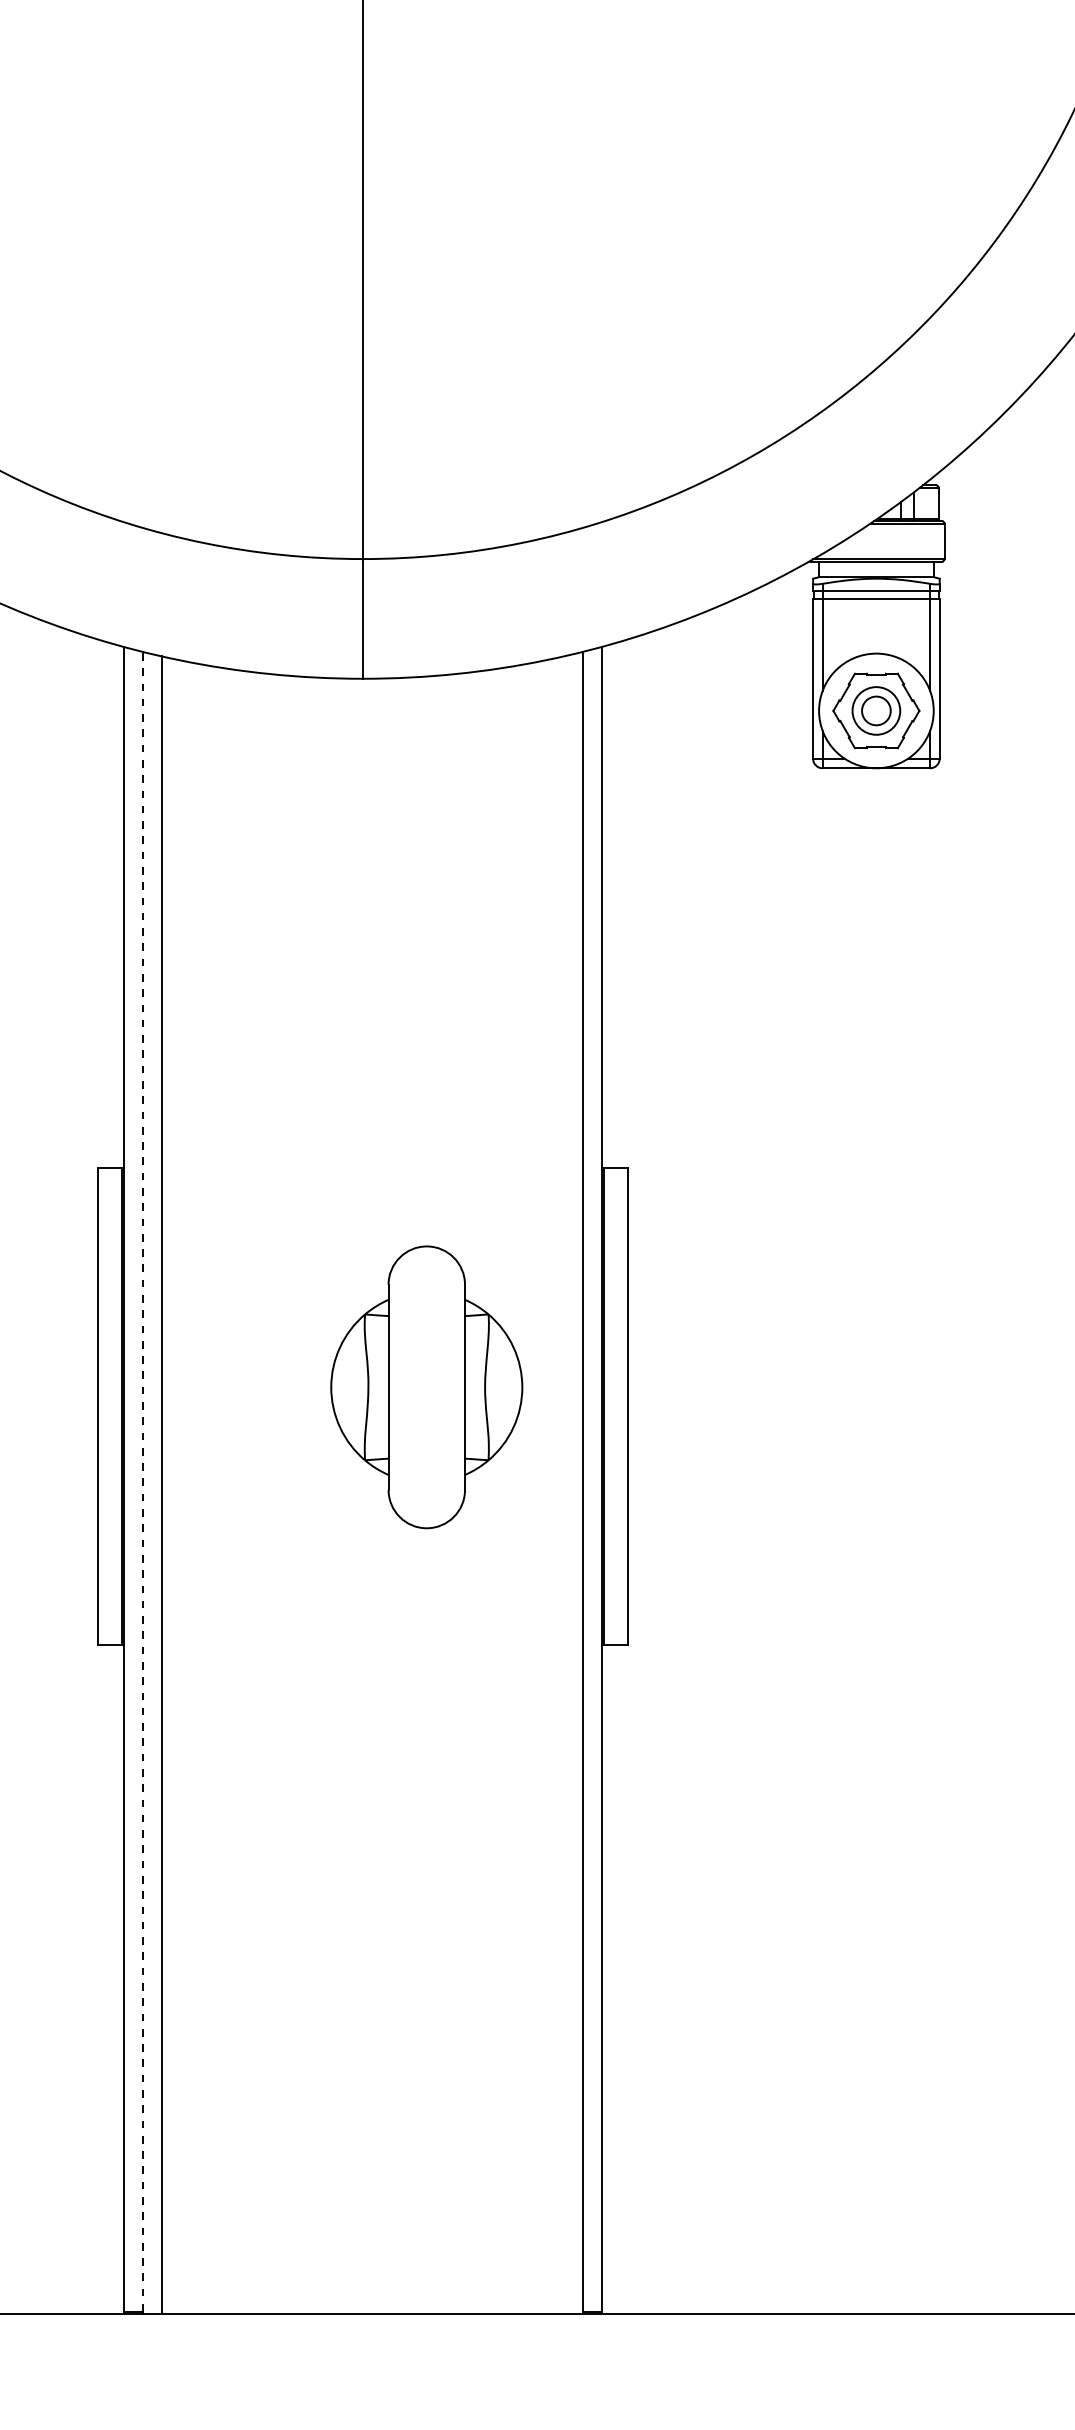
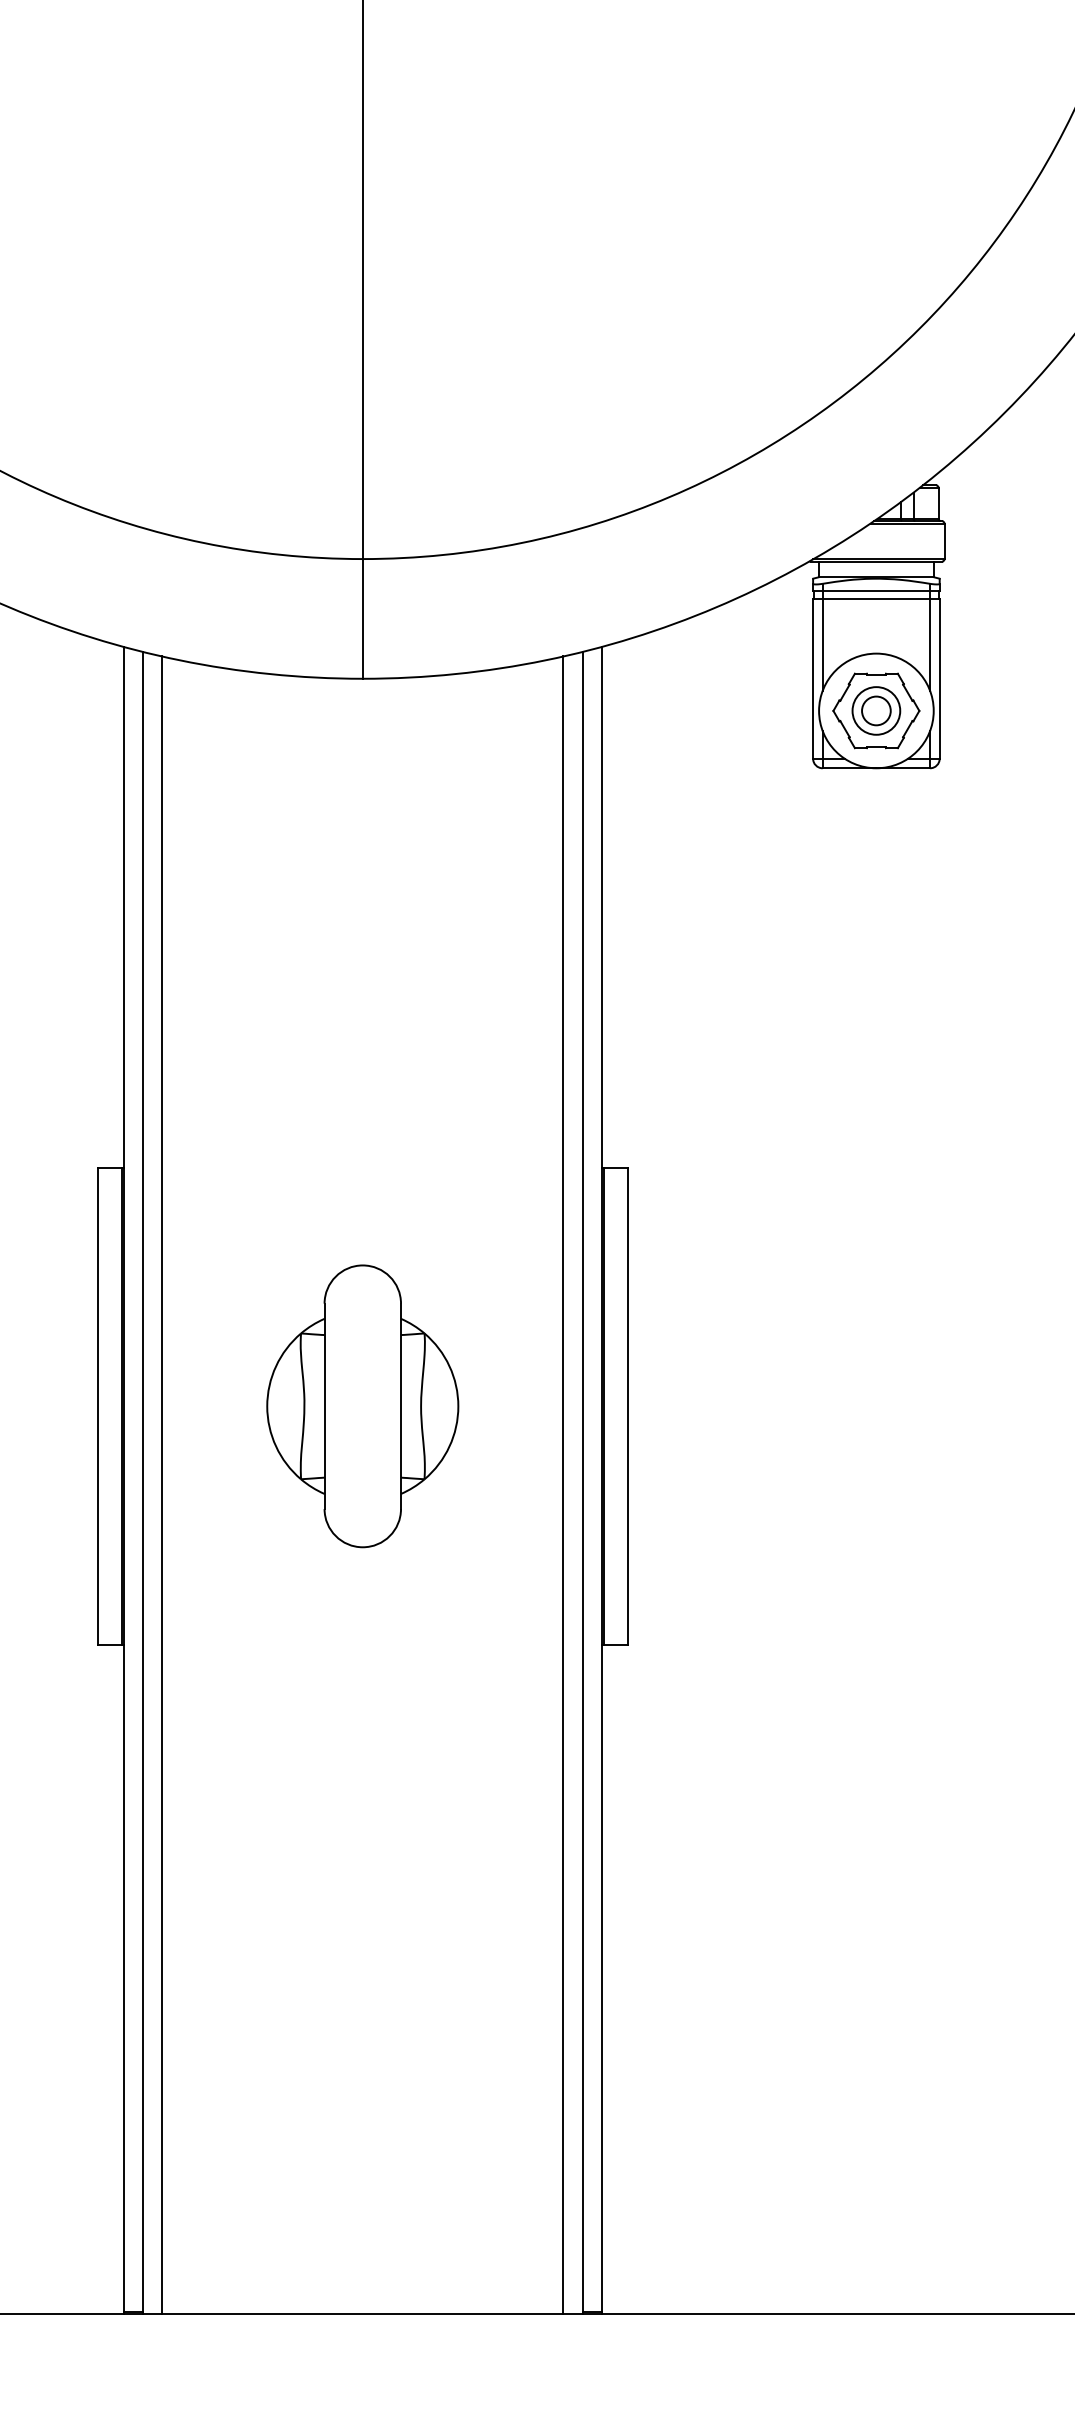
part at (426, 1387) position: (426, 1387) -> (362, 1406)
line at (143, 1481): dashed -> solid
line at (563, 1485): none -> present
